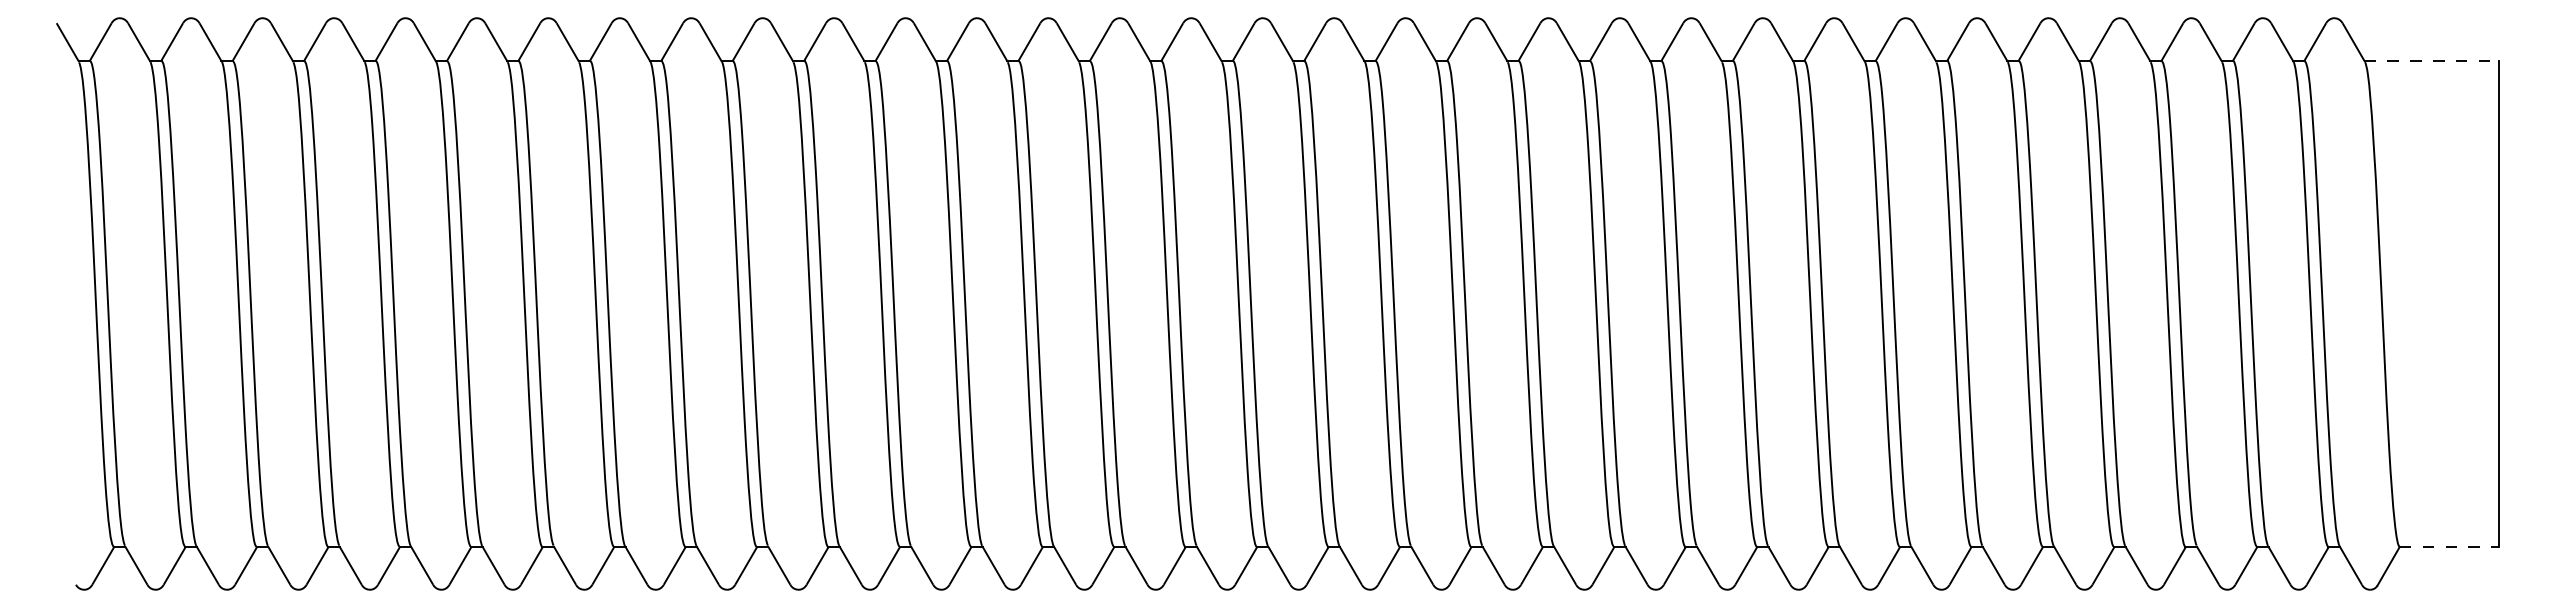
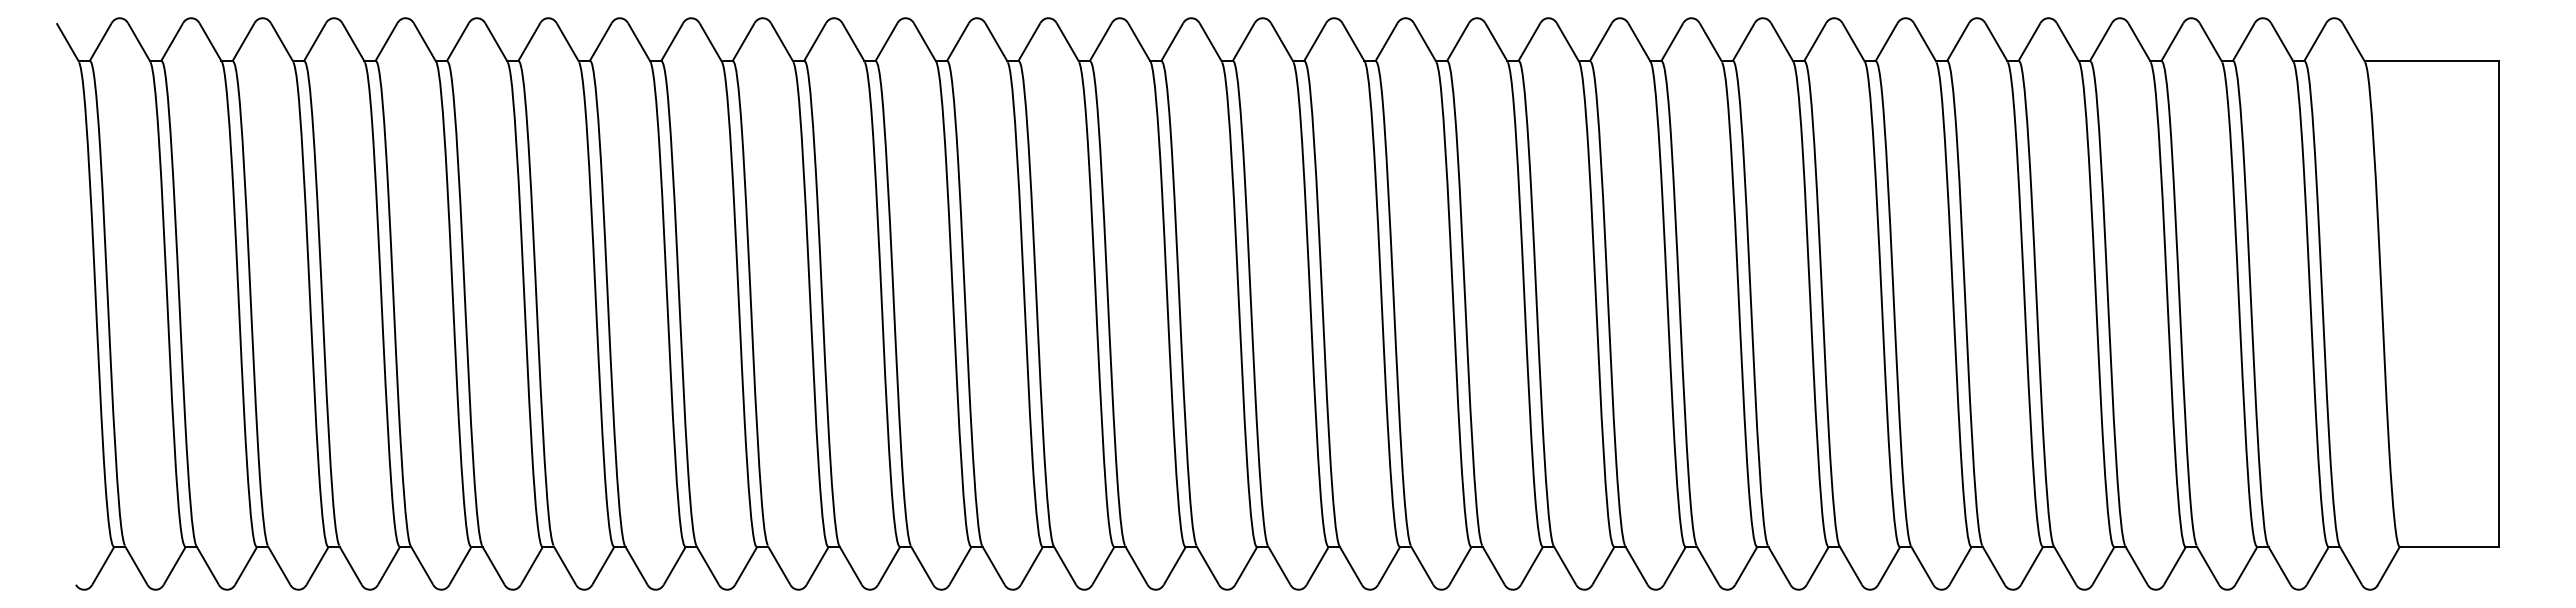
line at (2432, 61): dashed -> solid
line at (2449, 546): dashed -> solid
